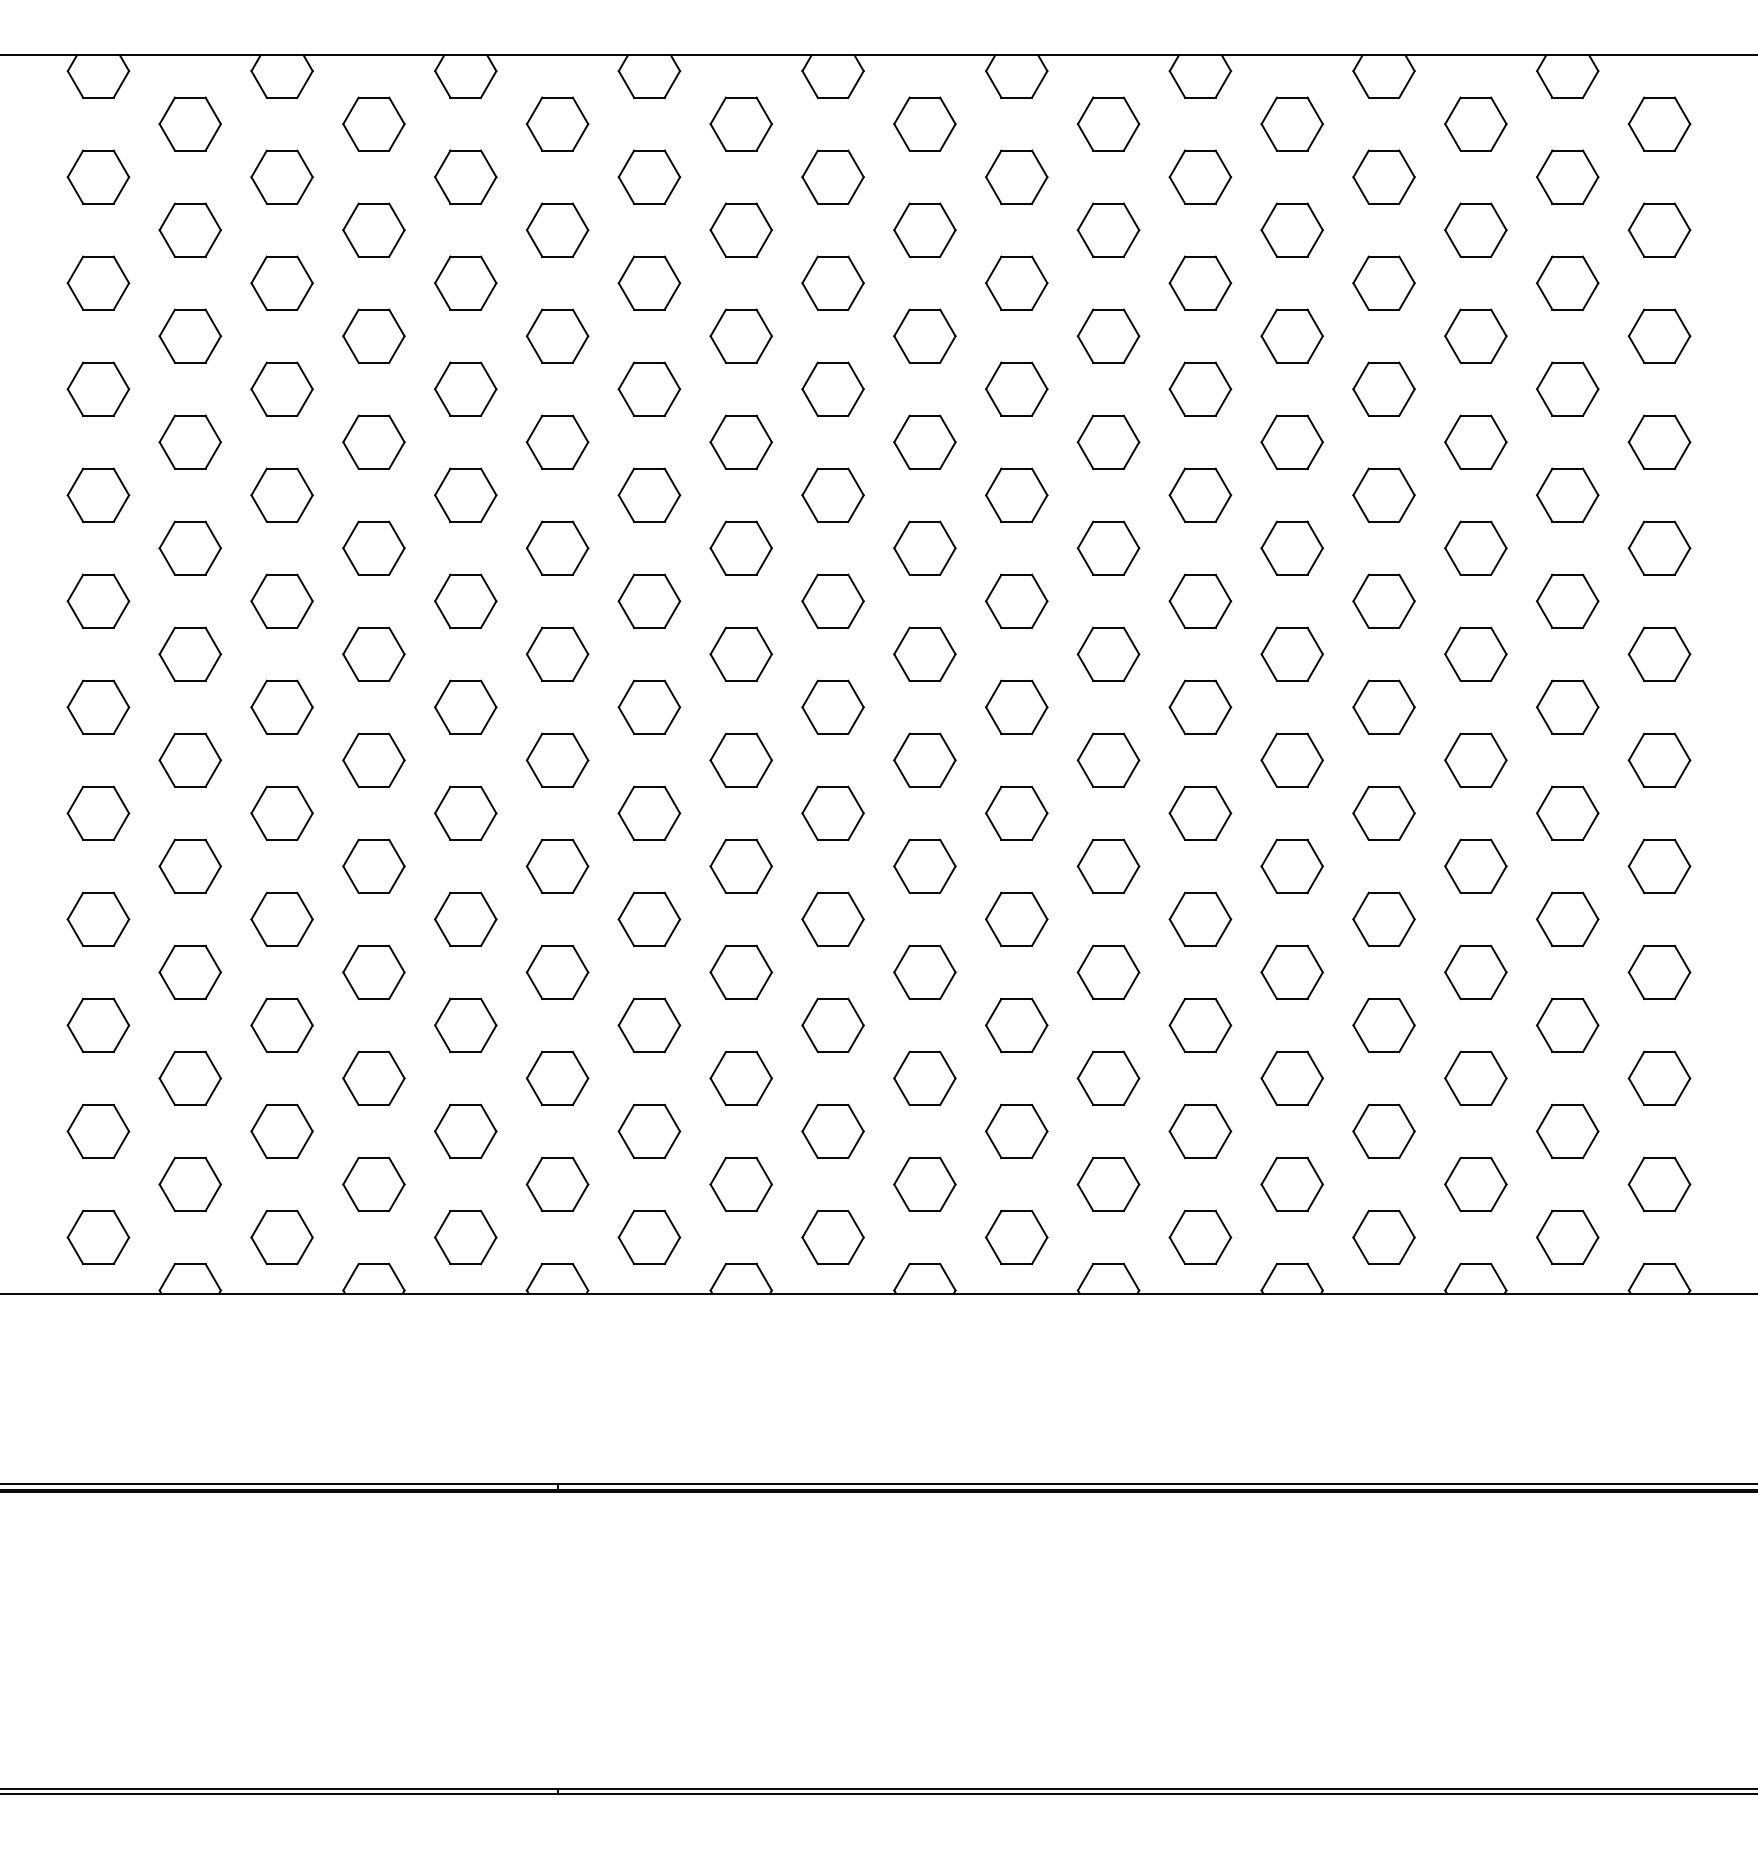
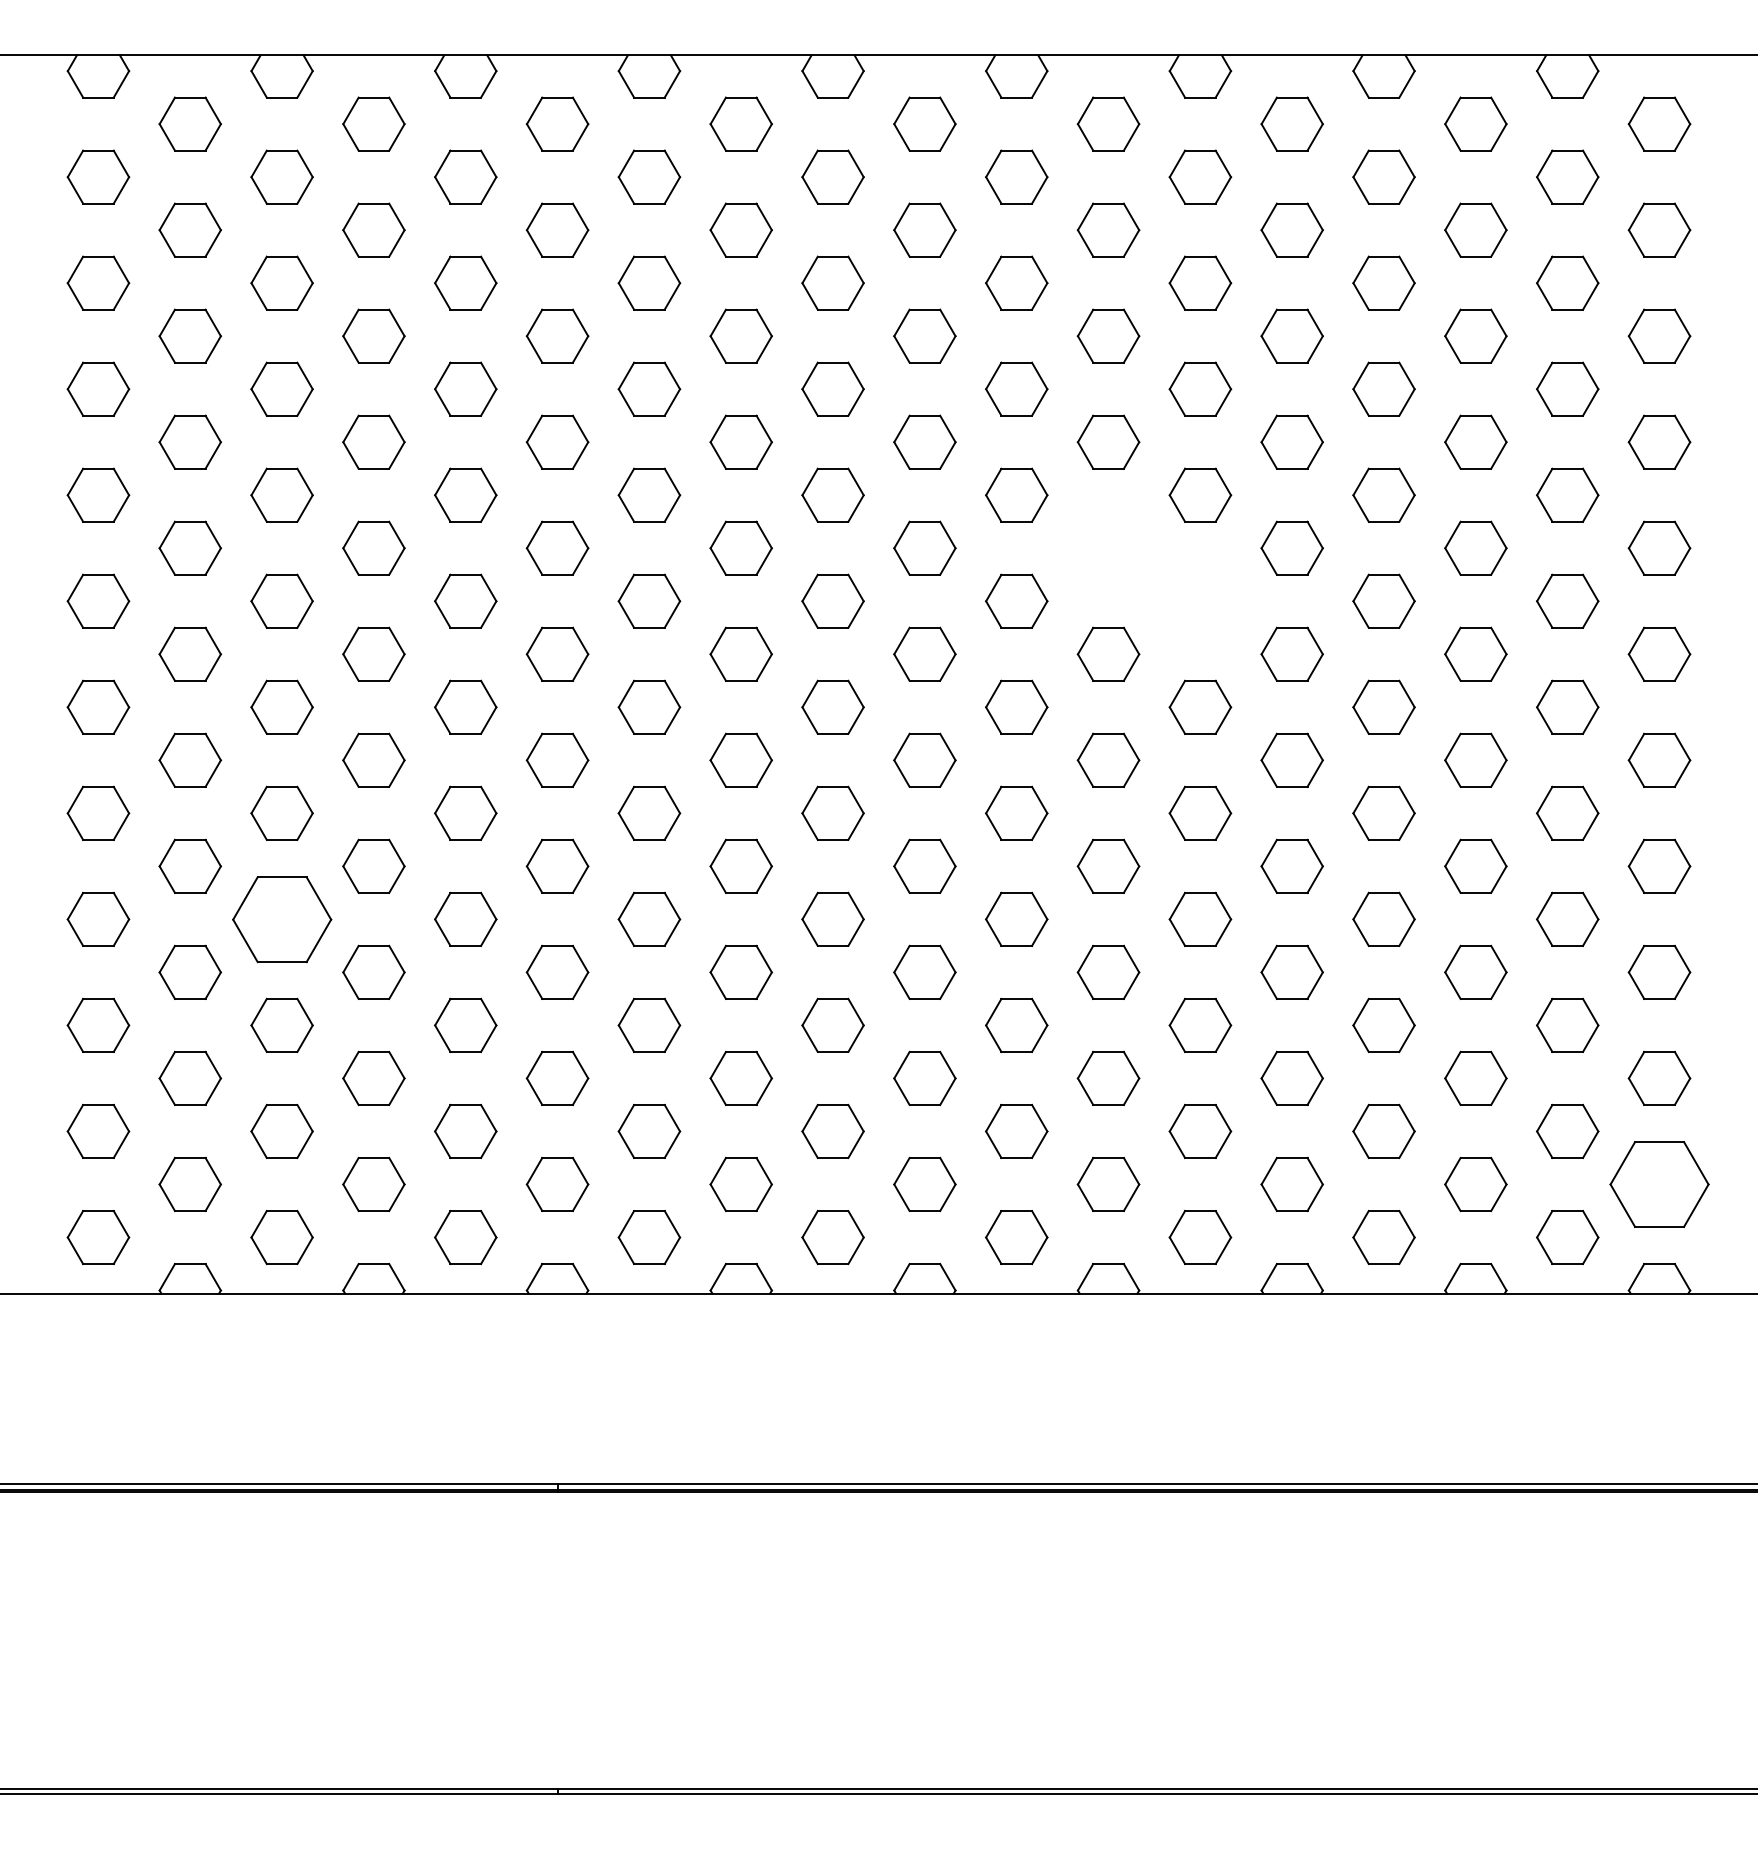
part at (1108, 547): present -> none
part at (1200, 600): present -> none
part at (281, 918) size: 64x56 px -> 101x88 px
part at (1659, 1184) size: 65x55 px -> 101x87 px
